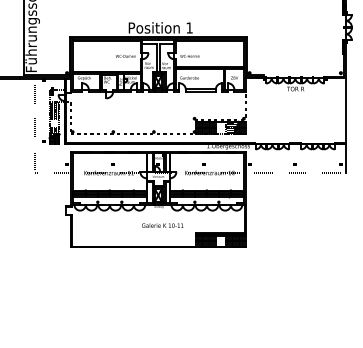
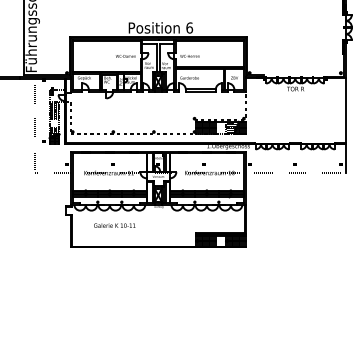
text at (189, 27): 1 -> 6
text at (162, 225) position: (162, 225) -> (114, 225)
